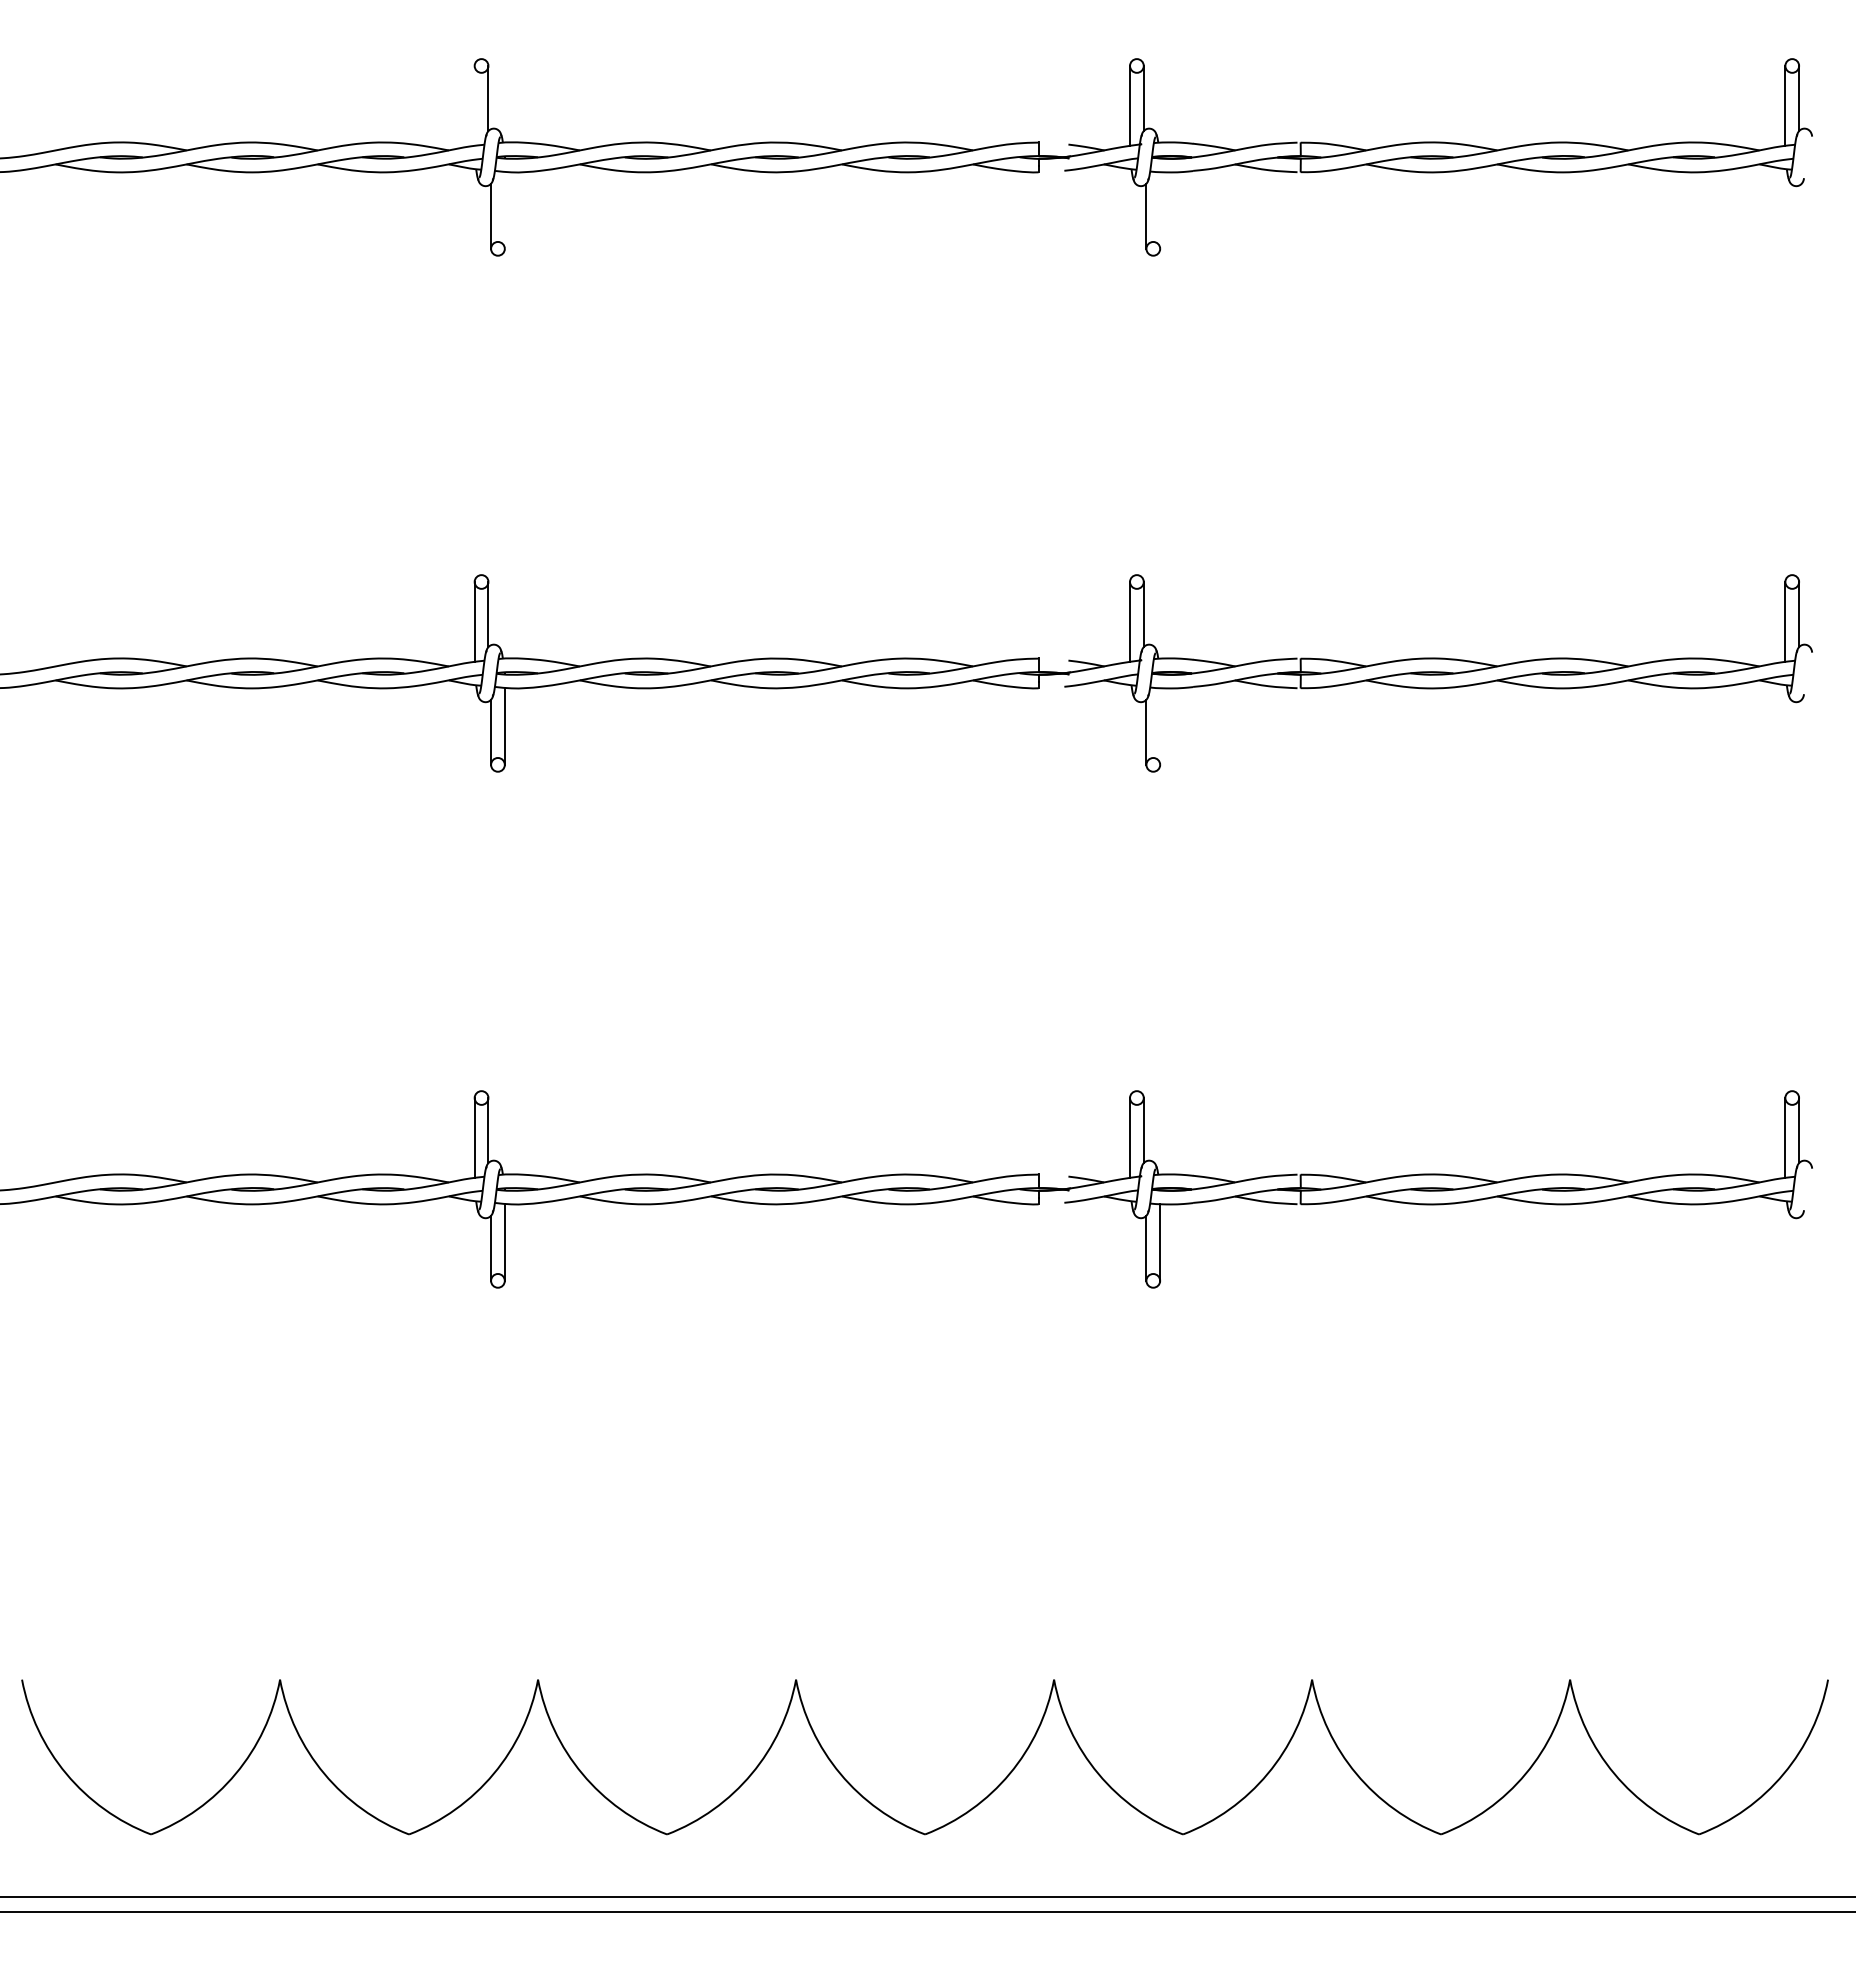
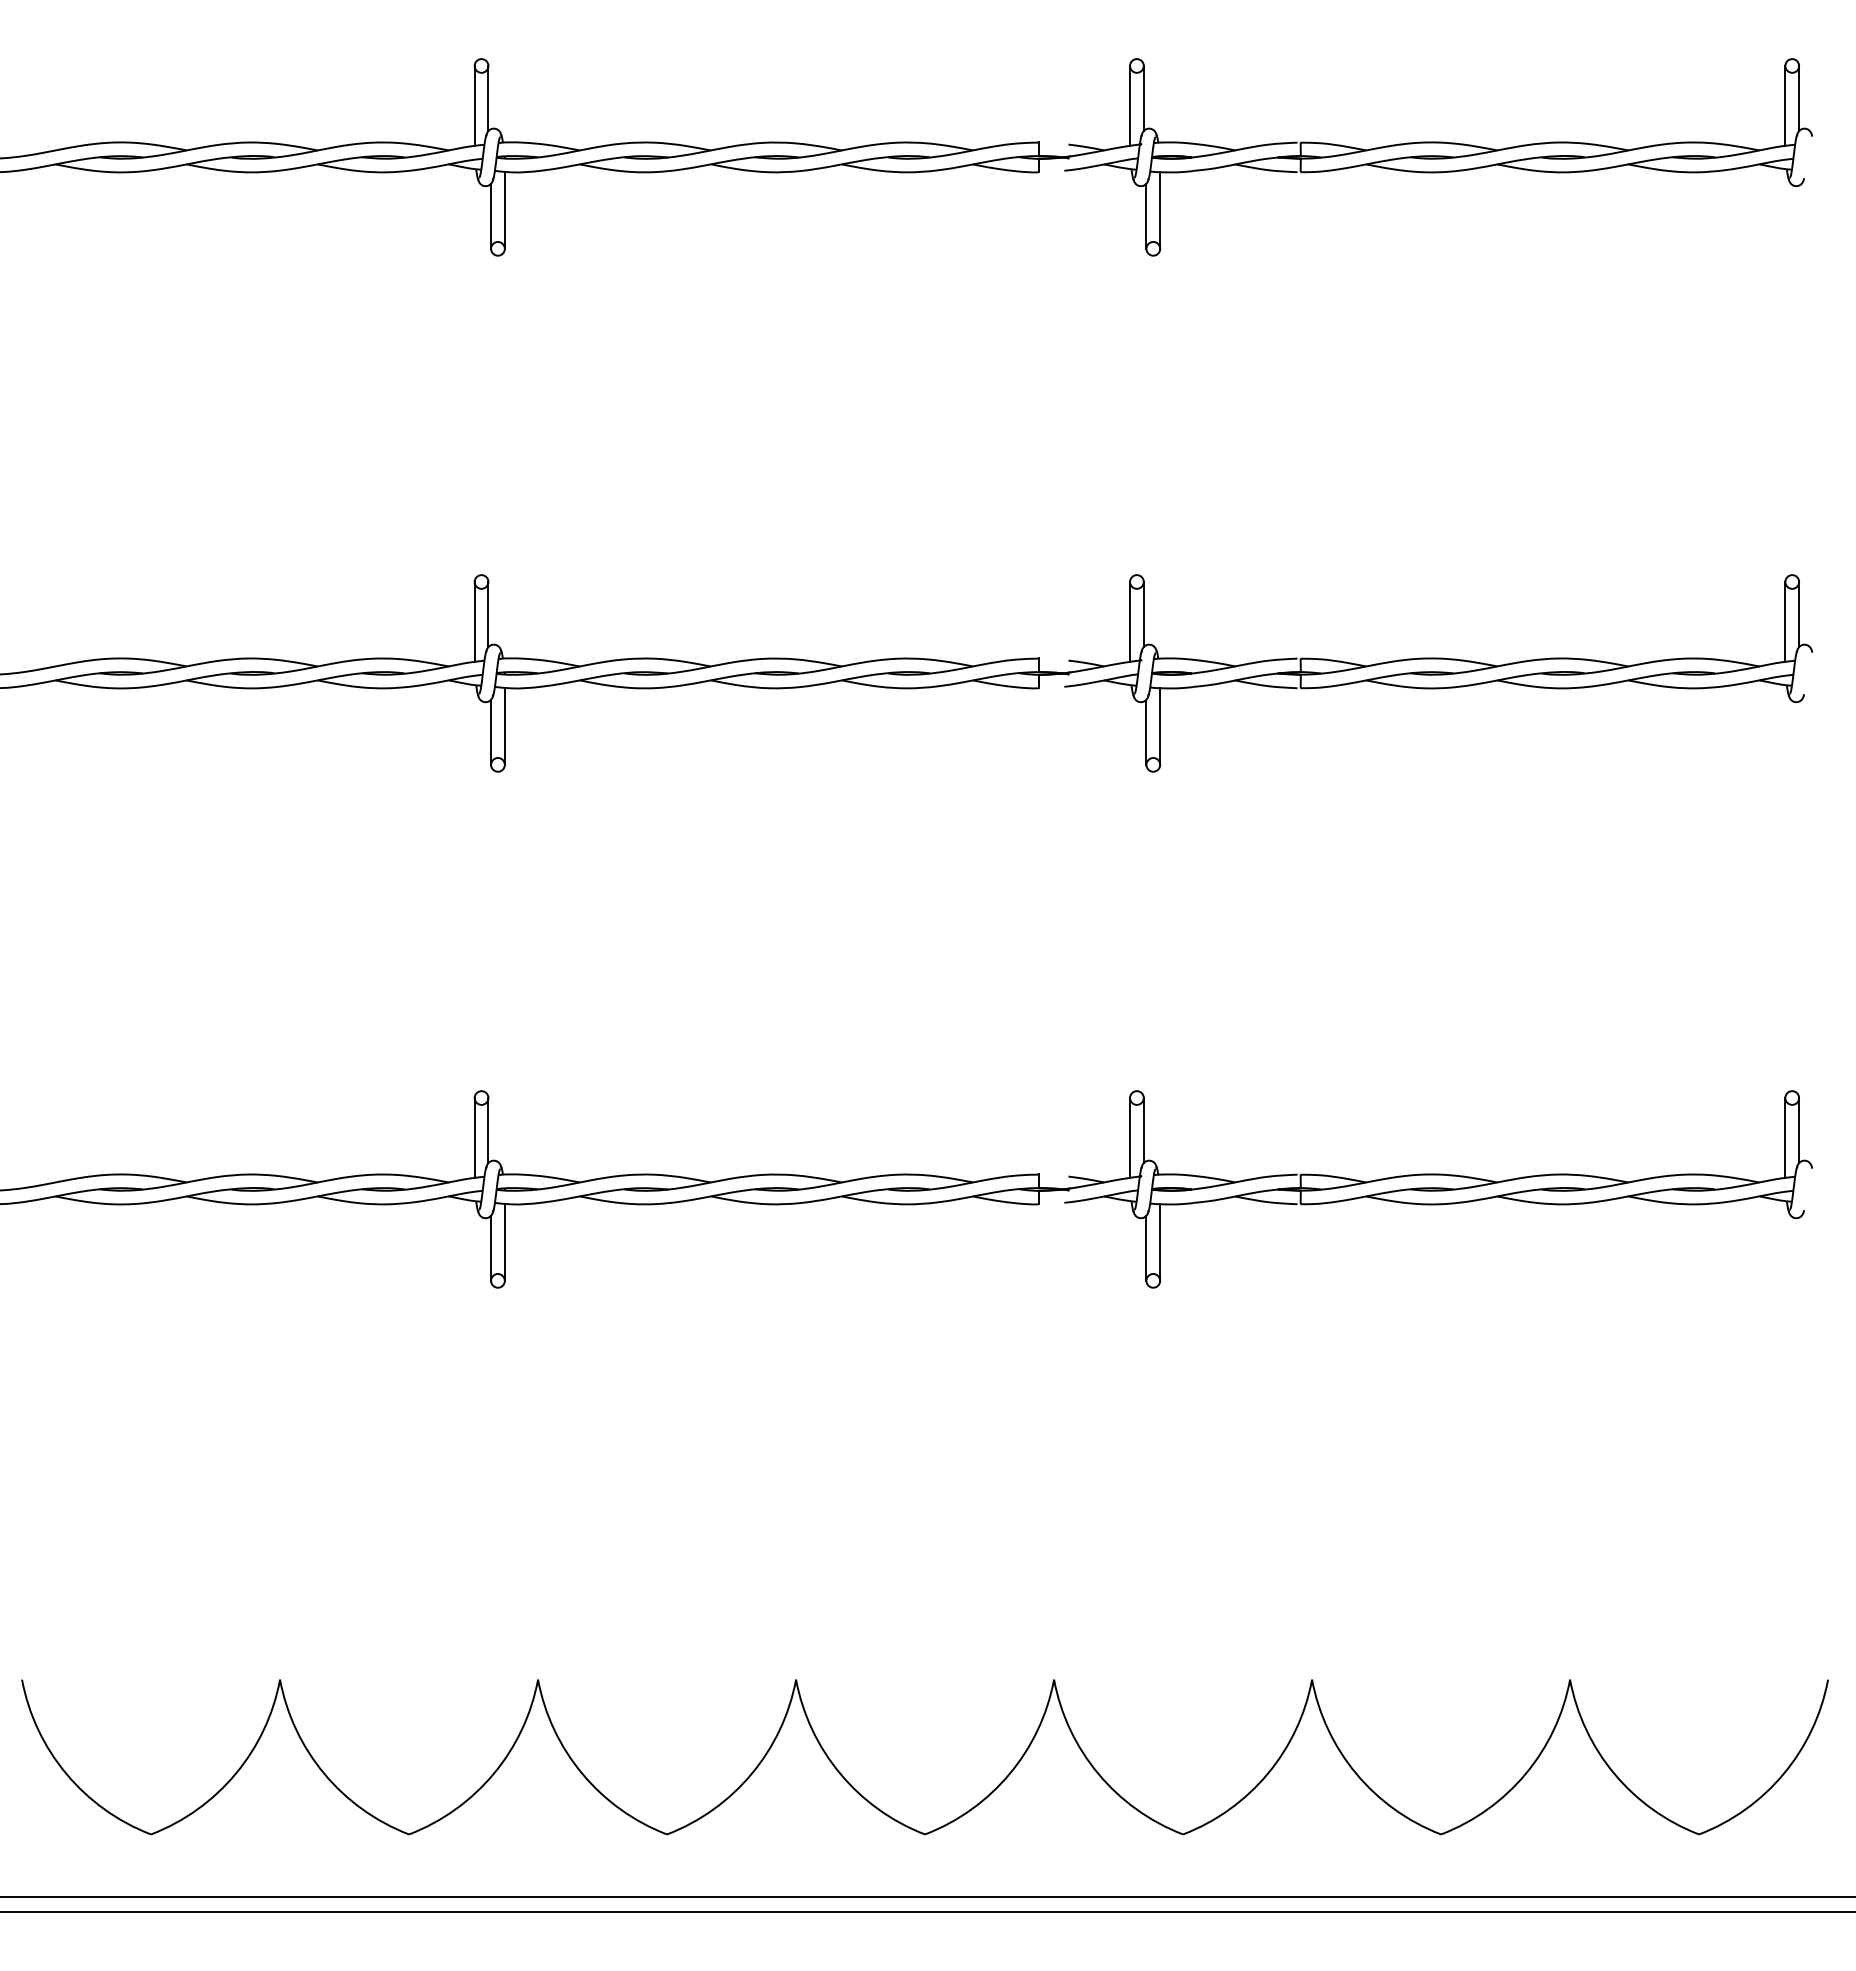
line at (474, 105): none -> present
line at (504, 209): none -> present
line at (1160, 209): none -> present
line at (1160, 725): none -> present
